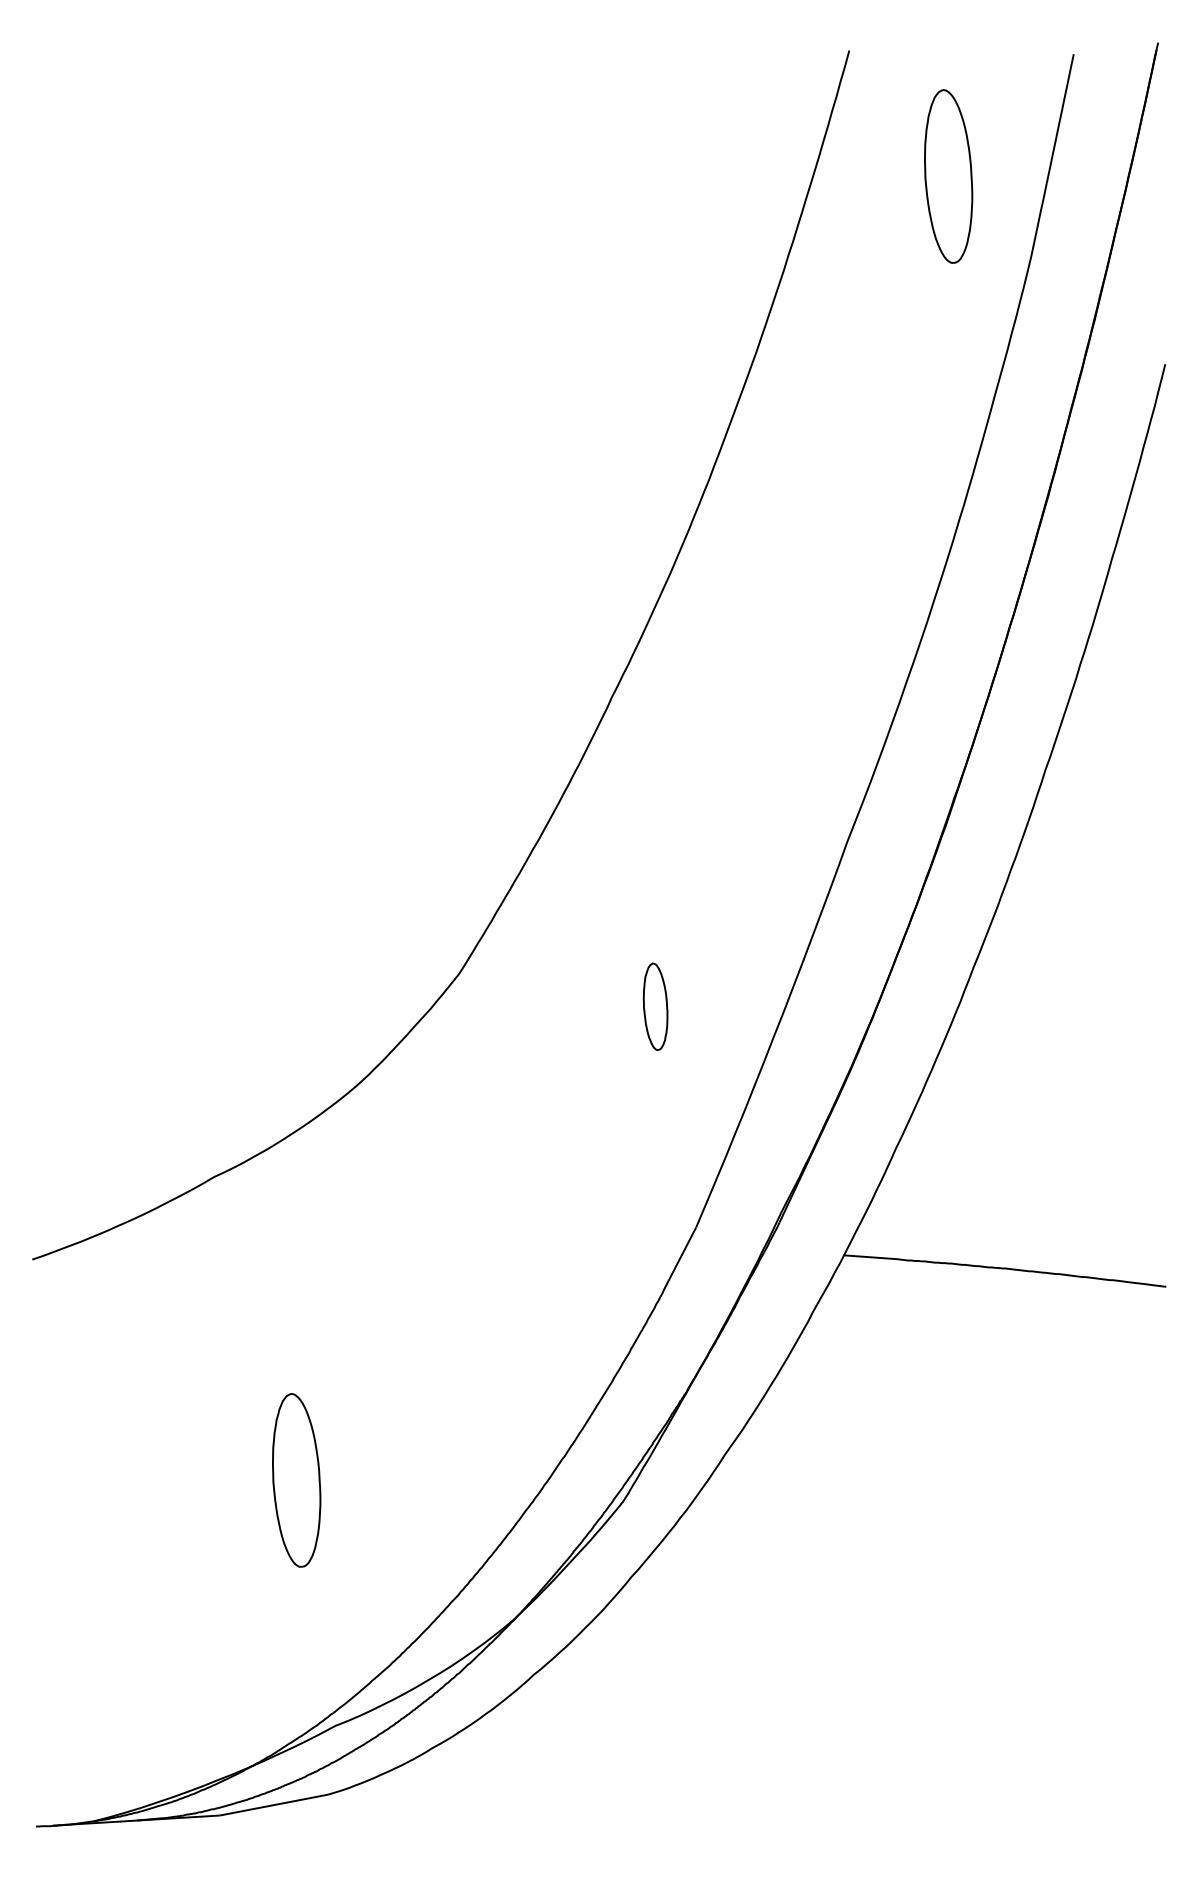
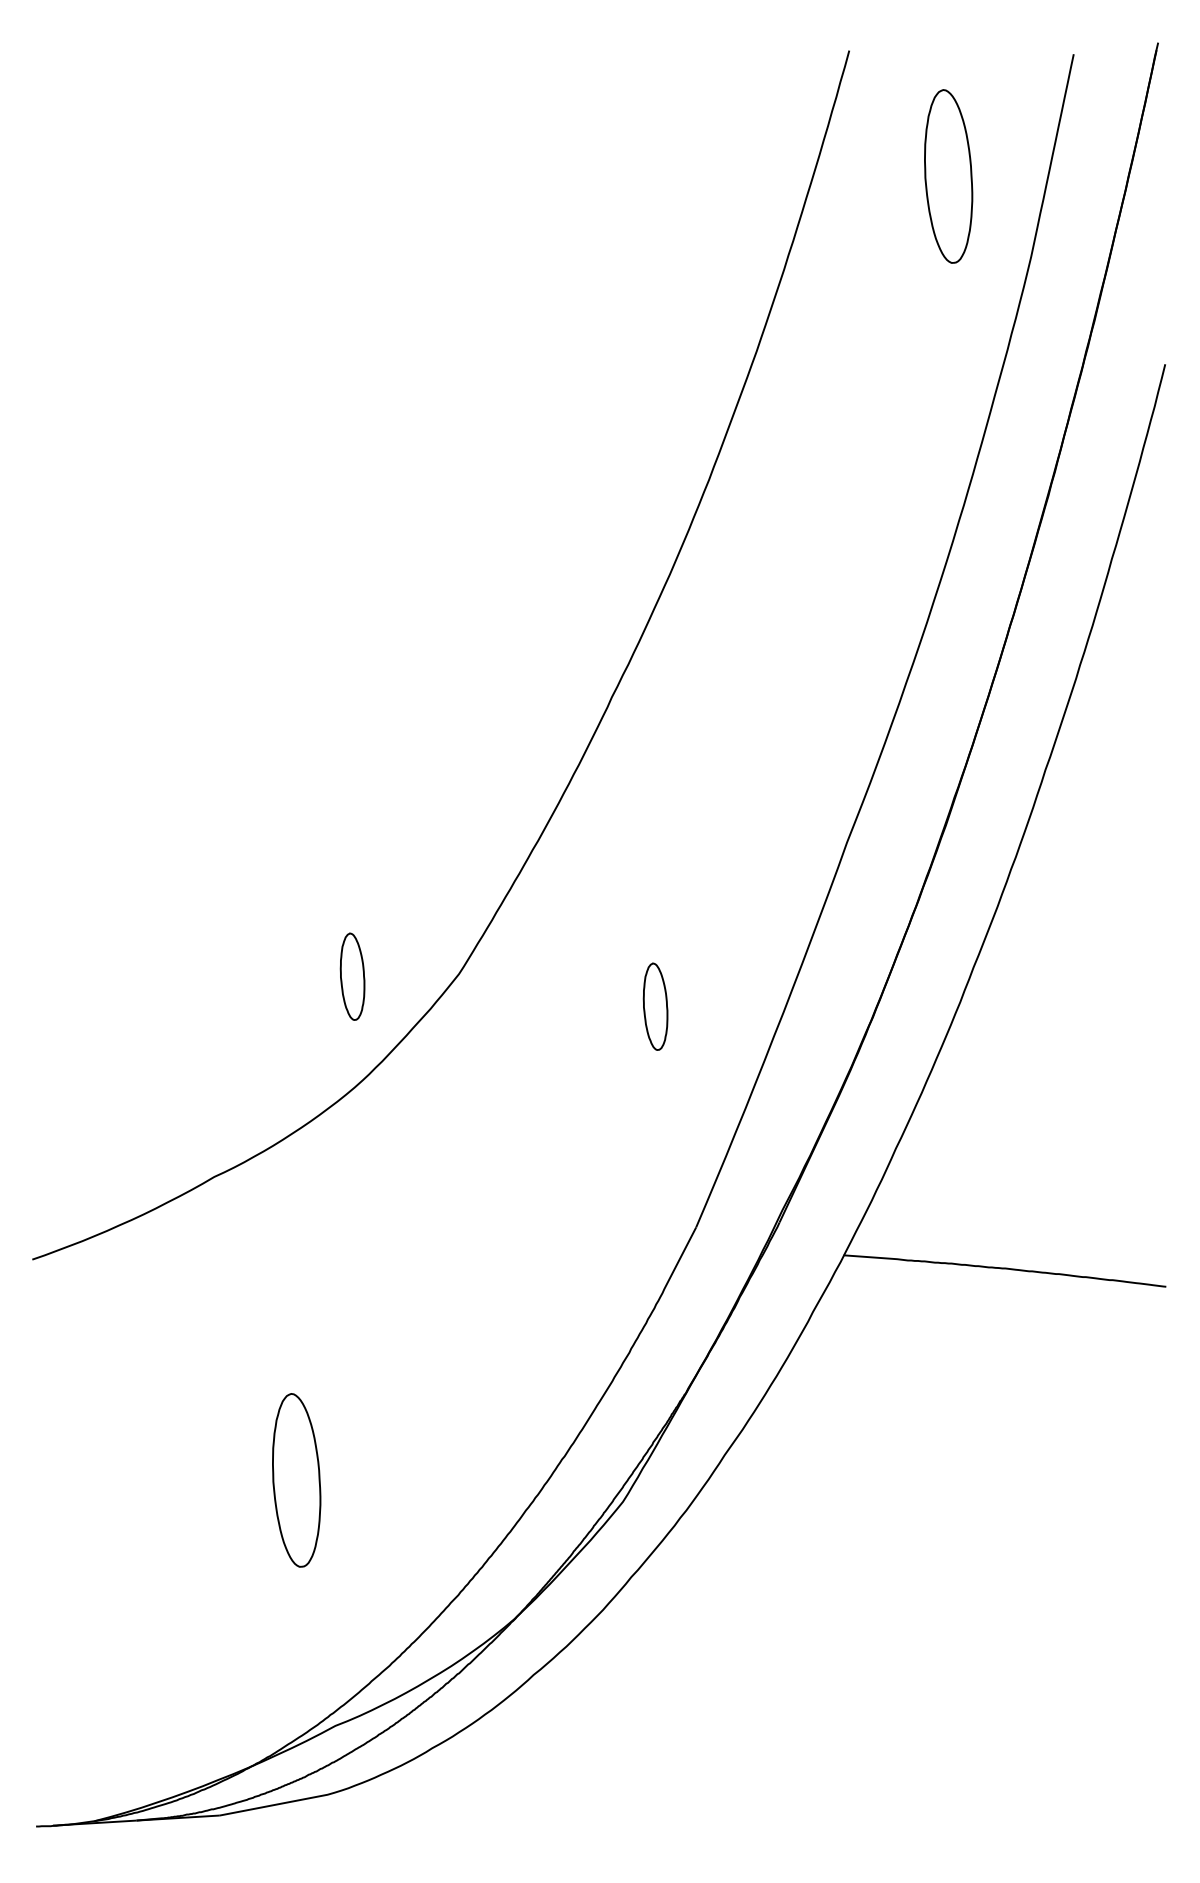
part at (352, 976): none -> present
